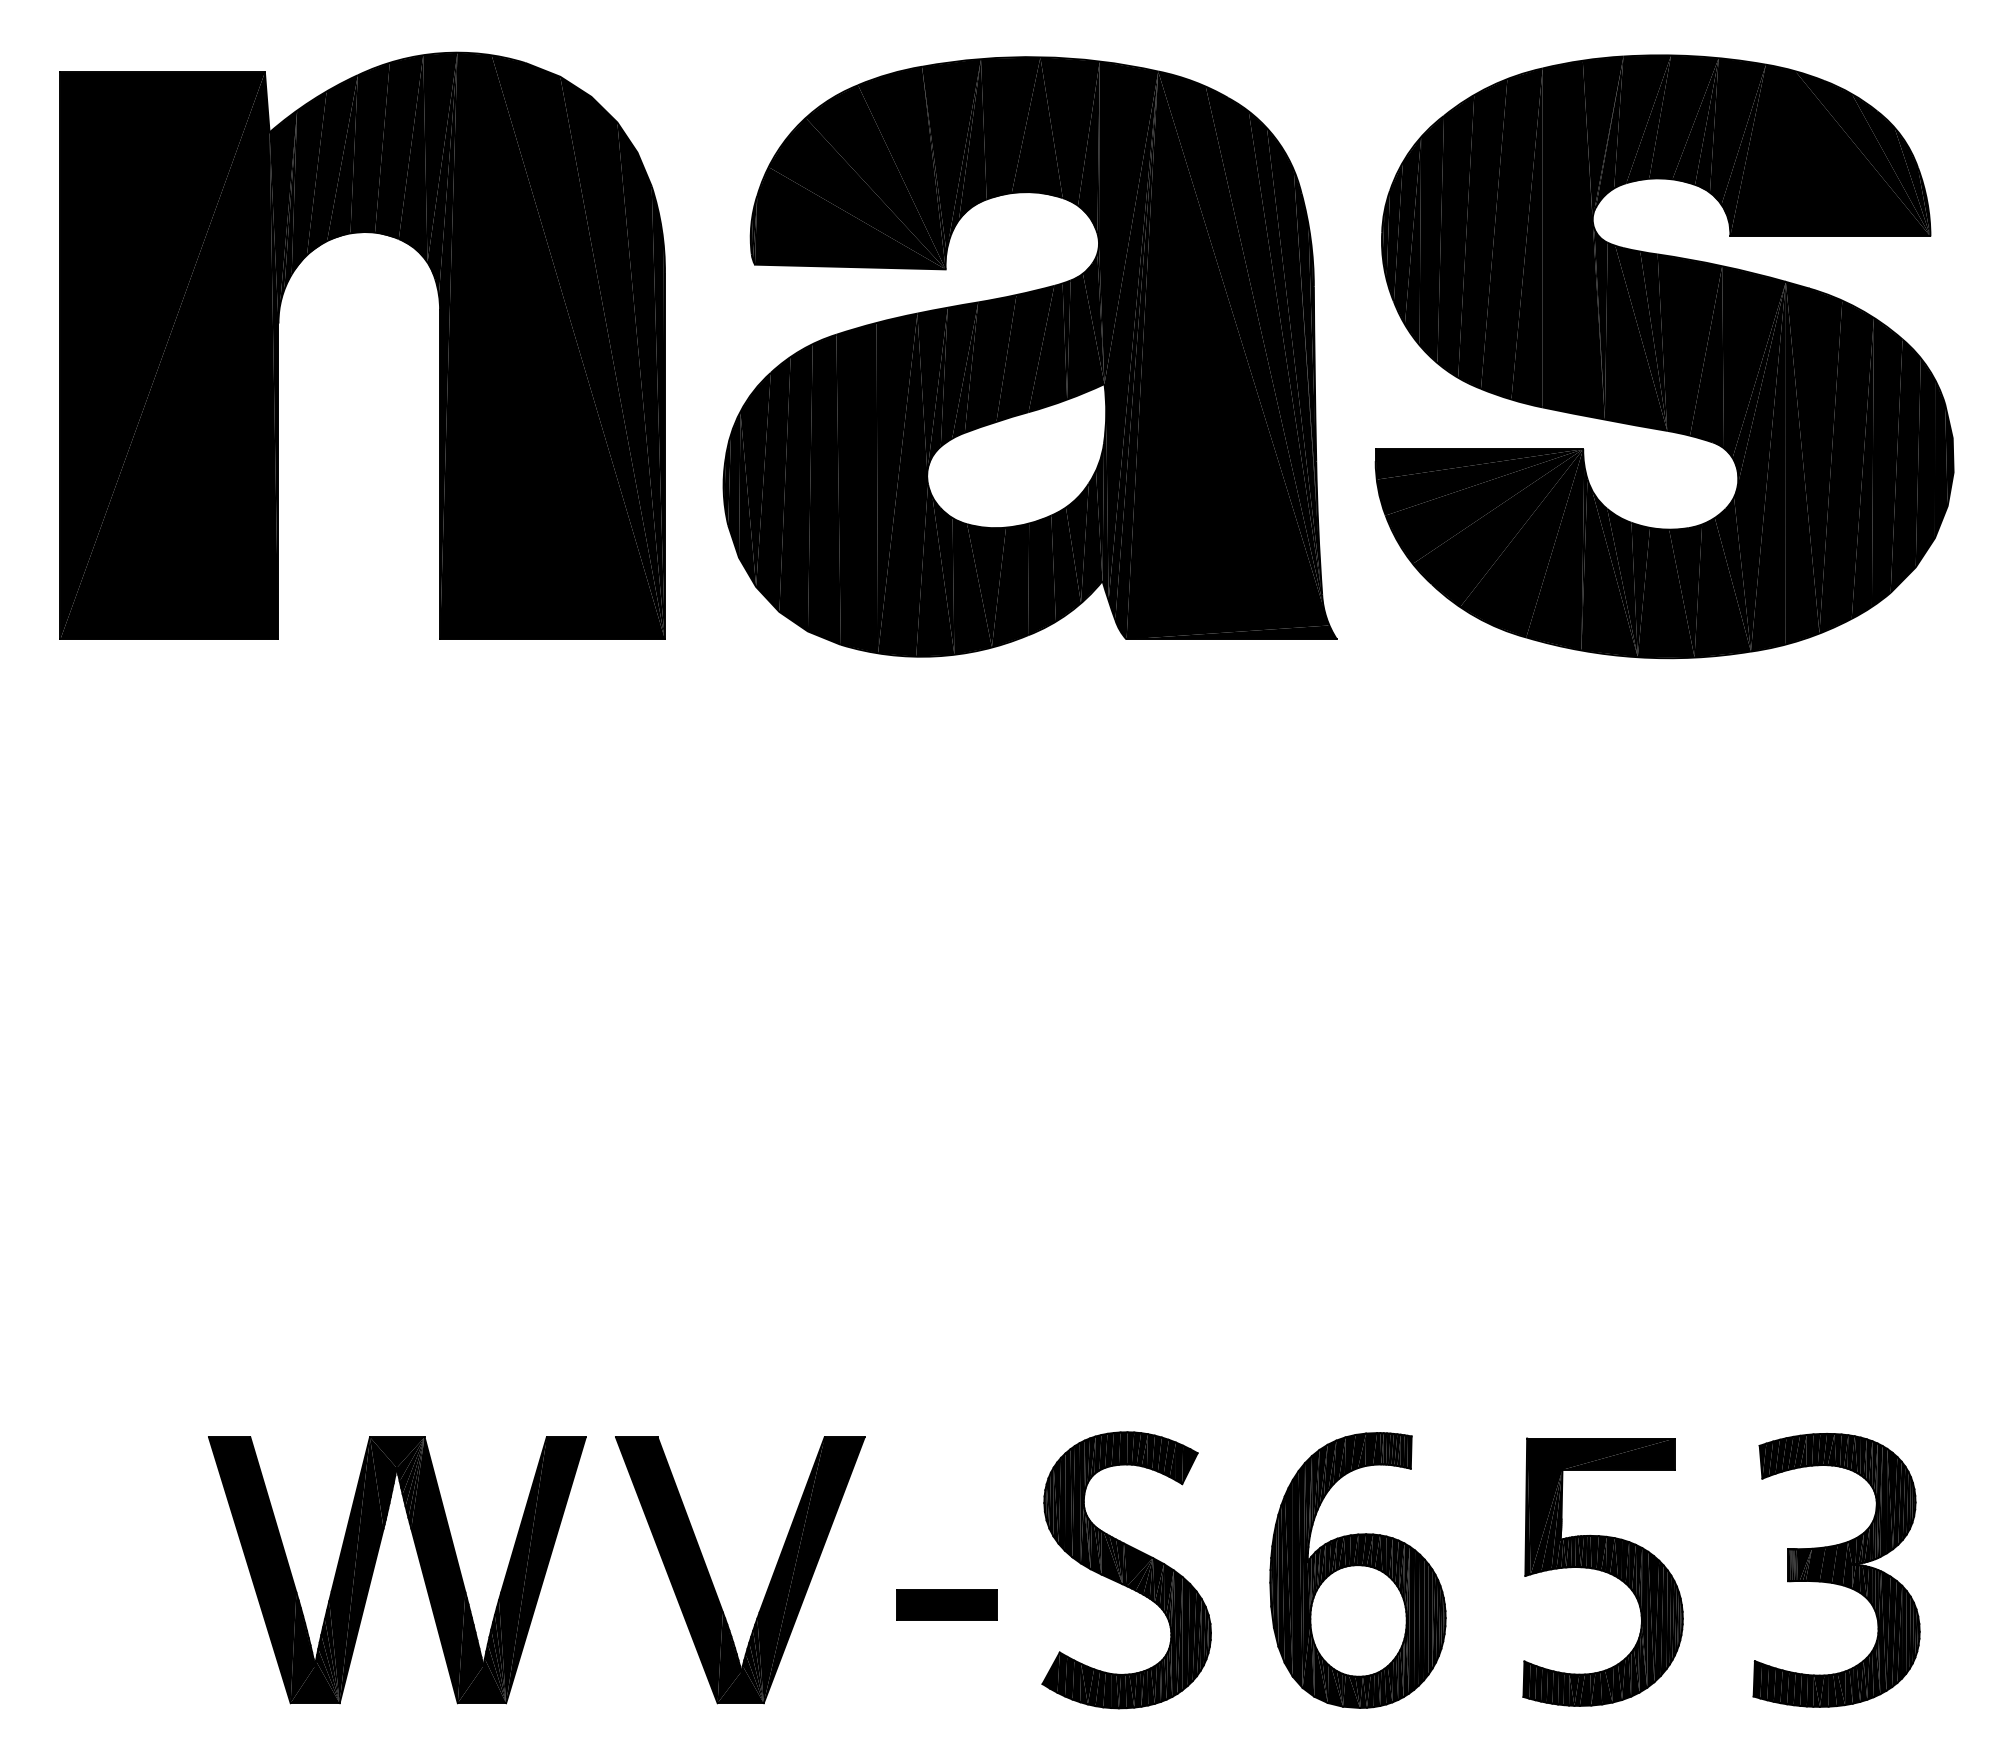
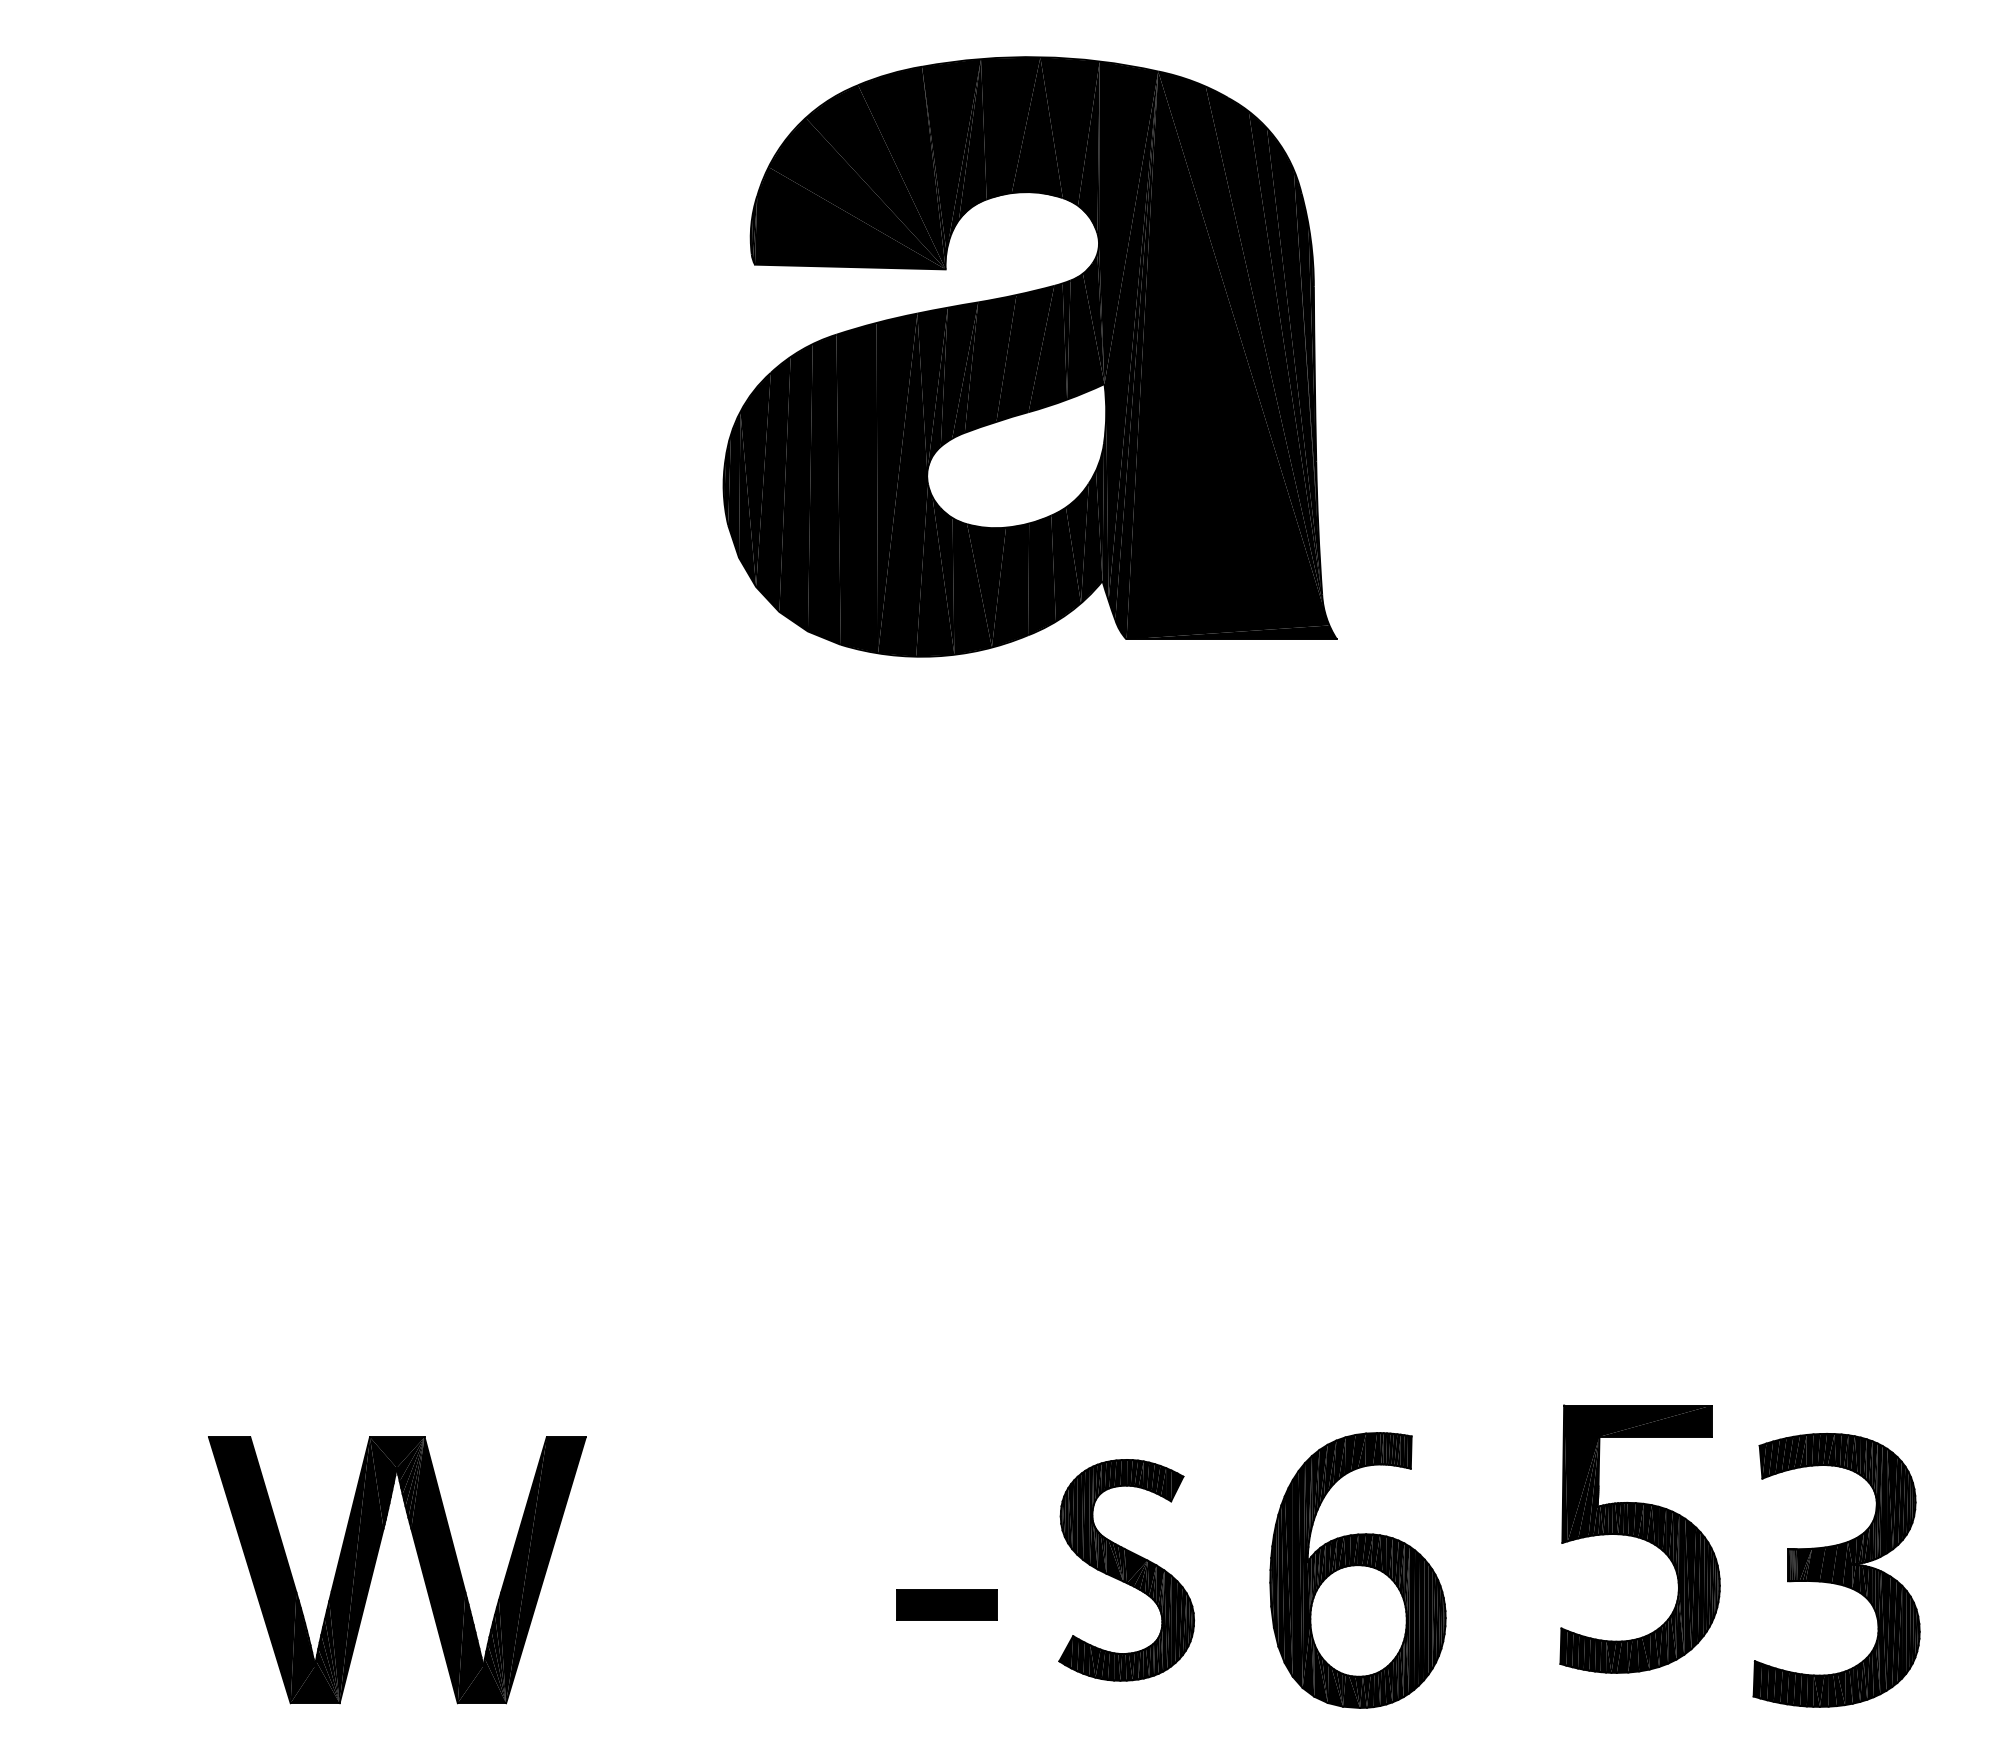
part at (439, 345): present -> none
part at (1664, 356): present -> none
part at (1126, 1570) size: 171x279 px -> 138x223 px
part at (1602, 1571) position: (1602, 1571) -> (1639, 1538)
part at (713, 1583): present -> none
